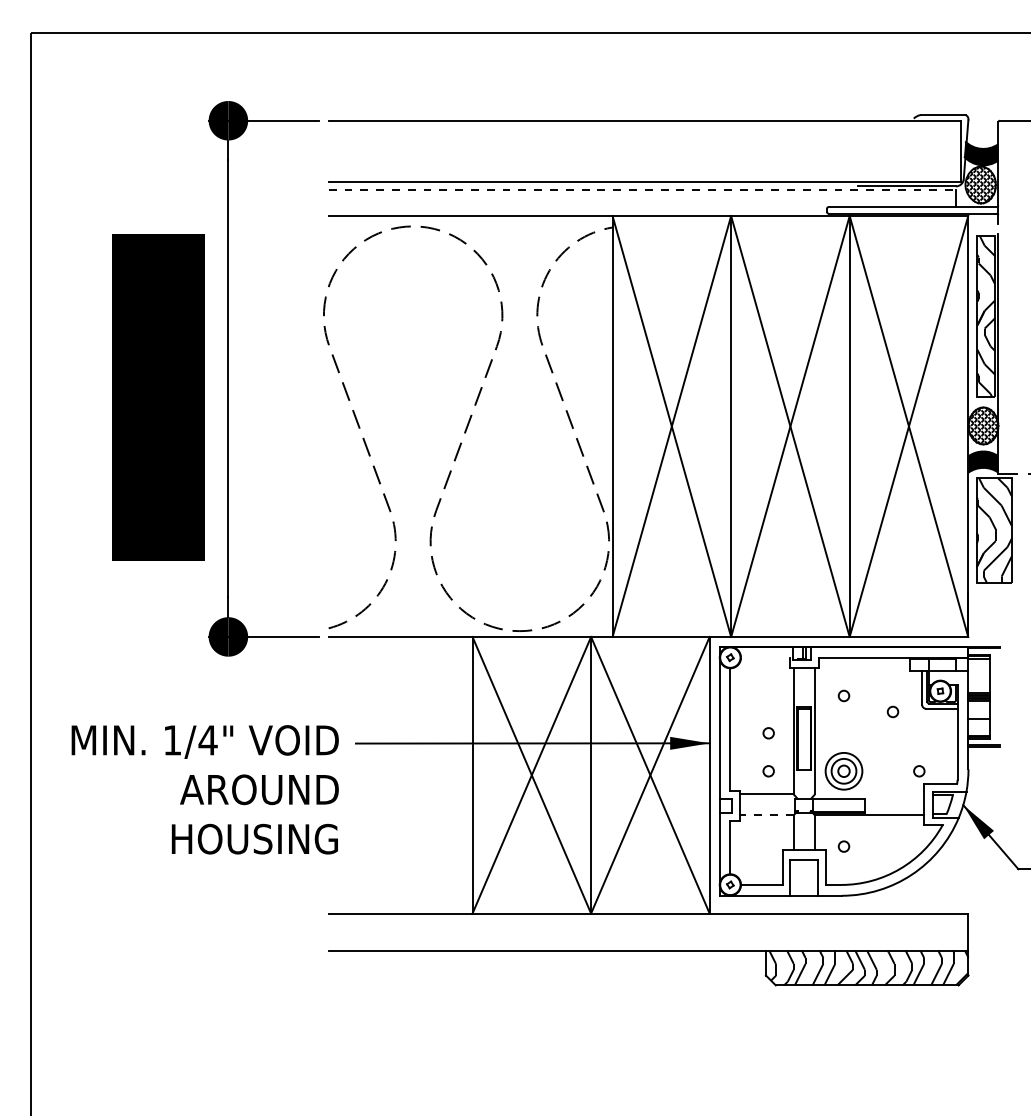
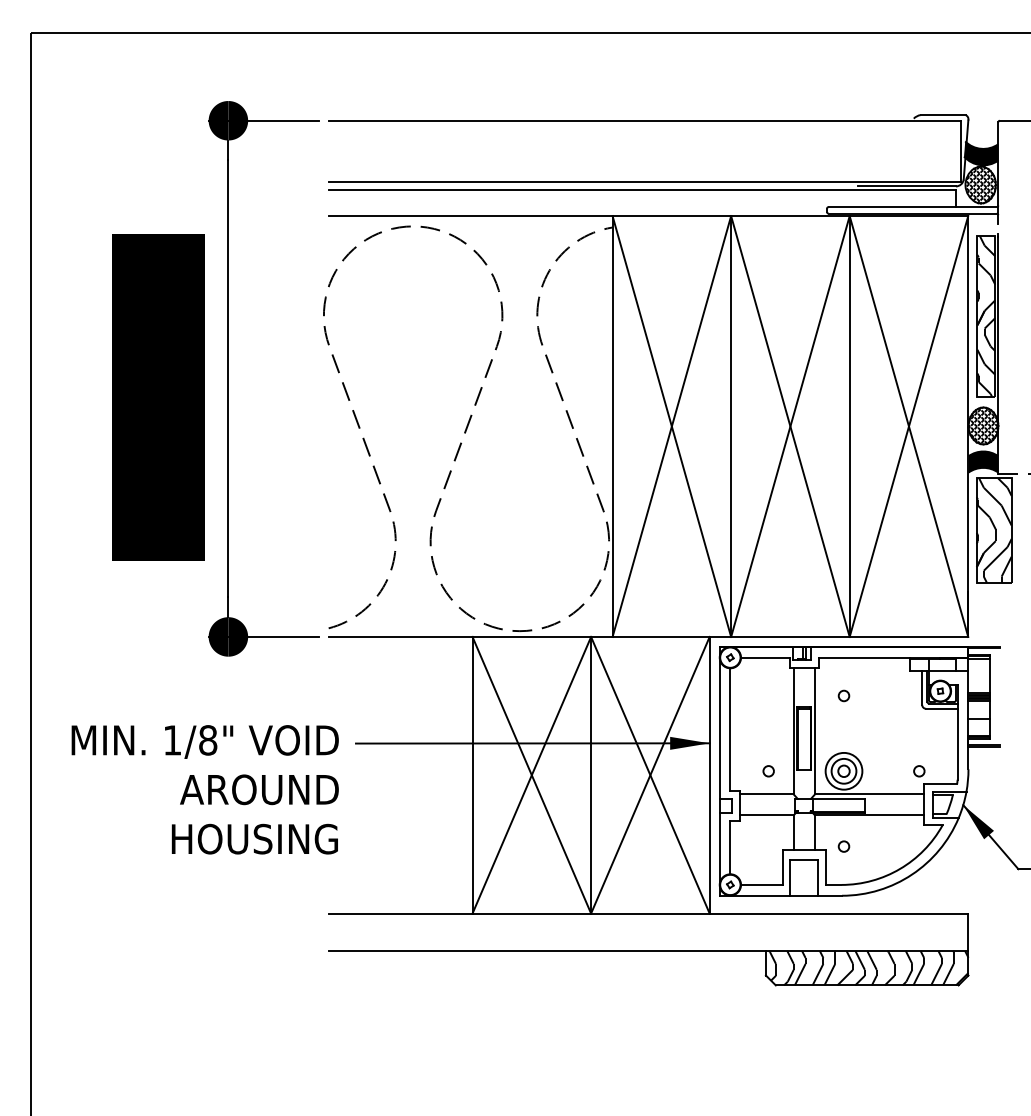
line at (642, 189): dashed -> solid
line at (765, 657): none -> present
circle at (892, 711): present -> none
circle at (768, 733): present -> none
text at (207, 740): 1/4" -> 1/8"
line at (869, 794): none -> present
line at (766, 815): dashed -> solid
